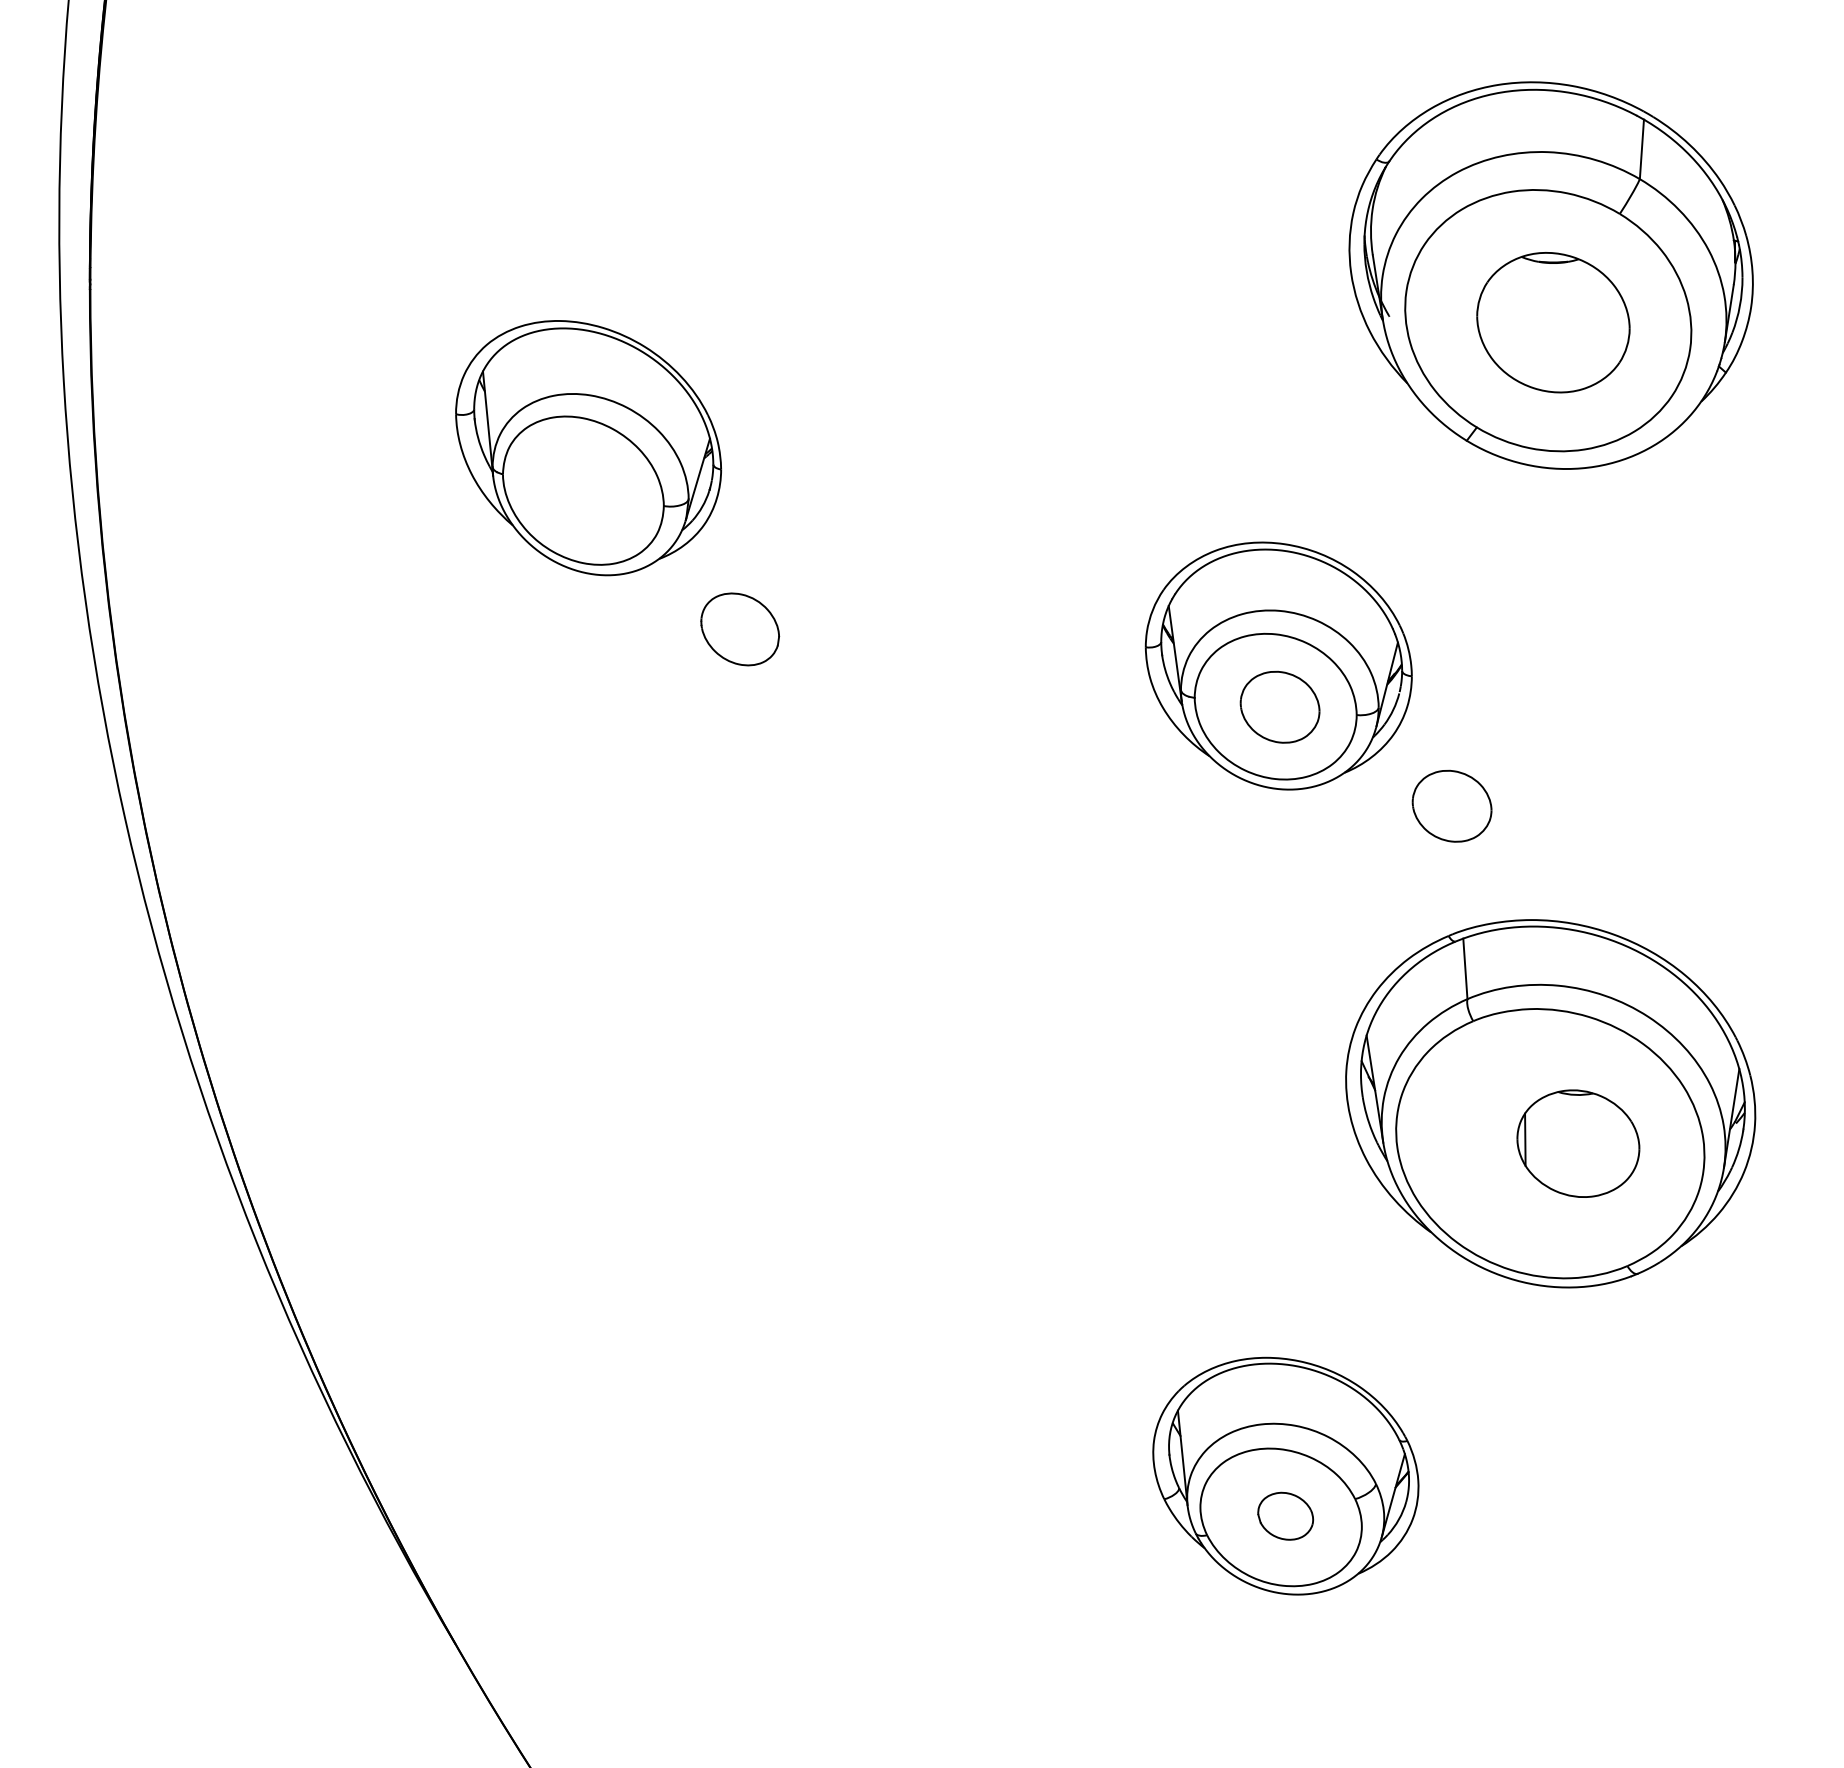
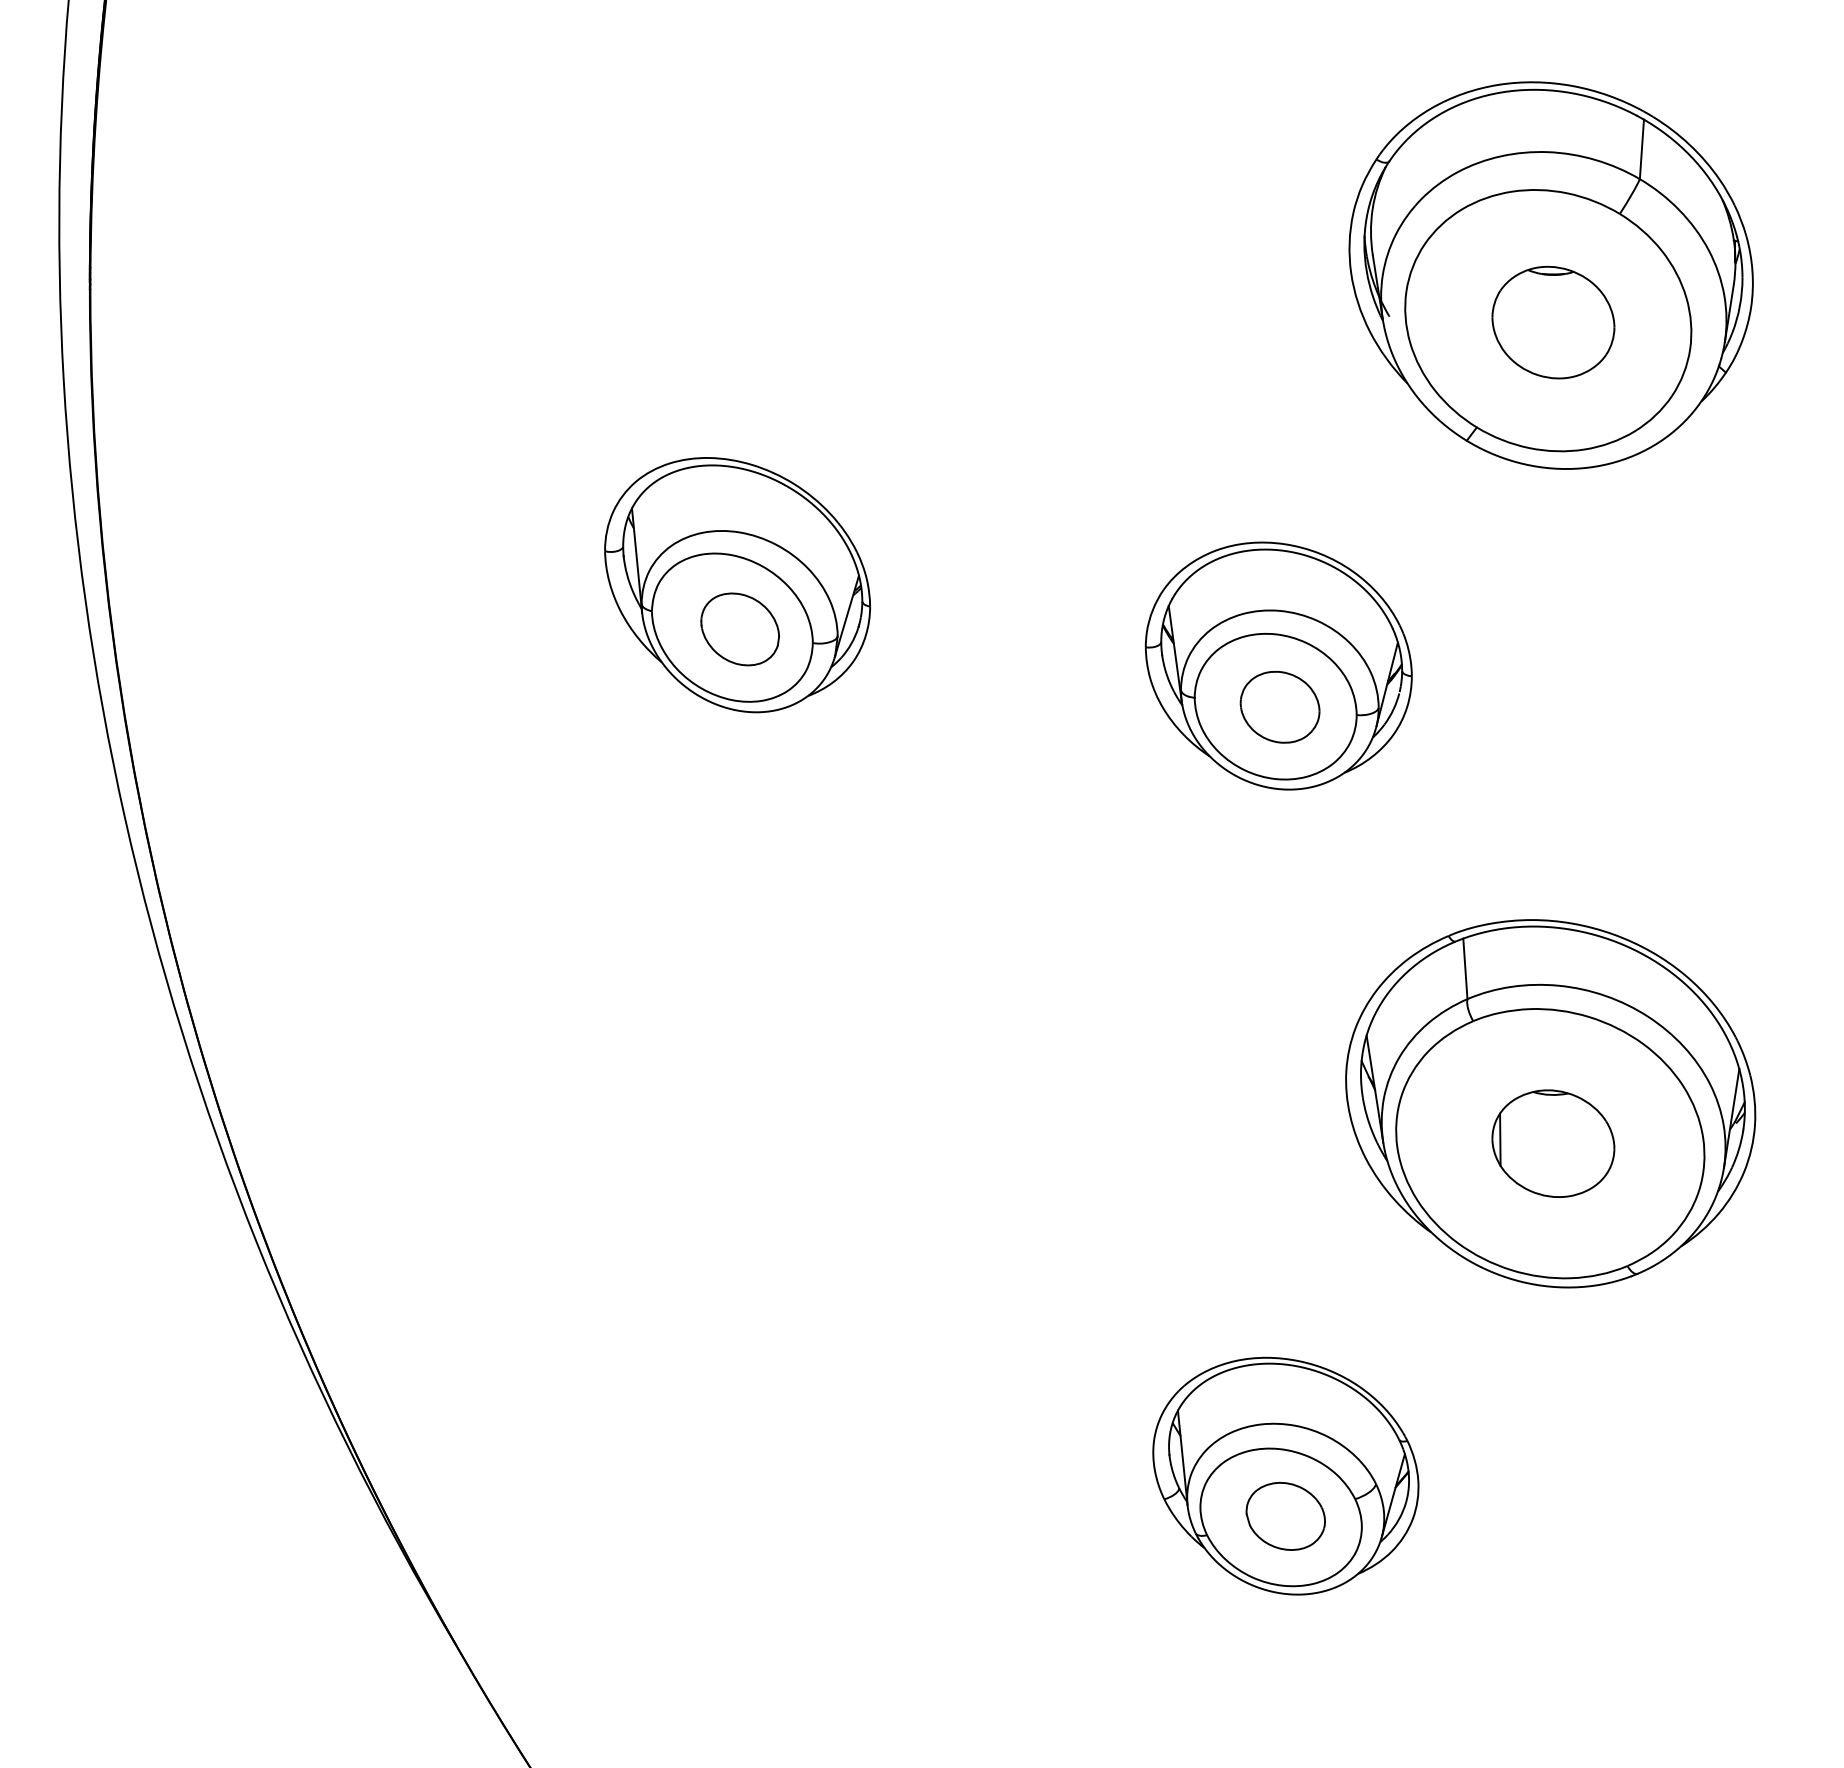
part at (1553, 322) size: 155x142 px -> 125x115 px
part at (588, 448) position: (588, 448) -> (737, 585)
part at (1451, 805): present -> none
part at (1578, 1143) position: (1578, 1143) -> (1553, 1143)
part at (1285, 1515) size: 58x50 px -> 81x70 px
